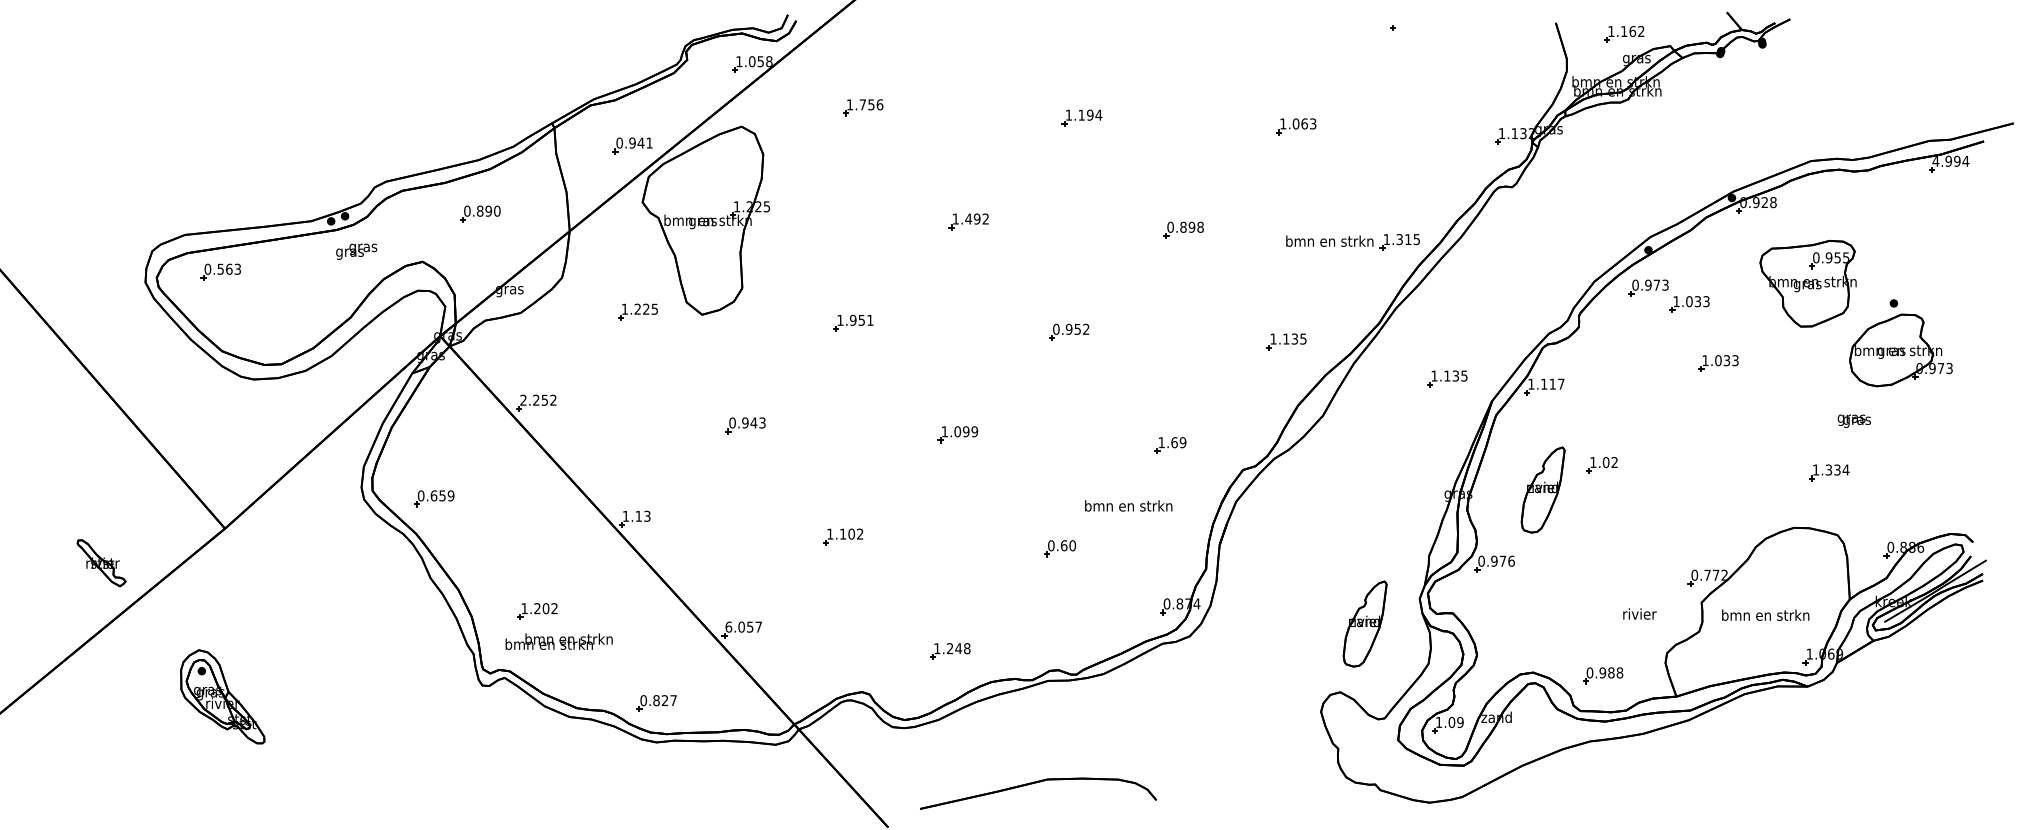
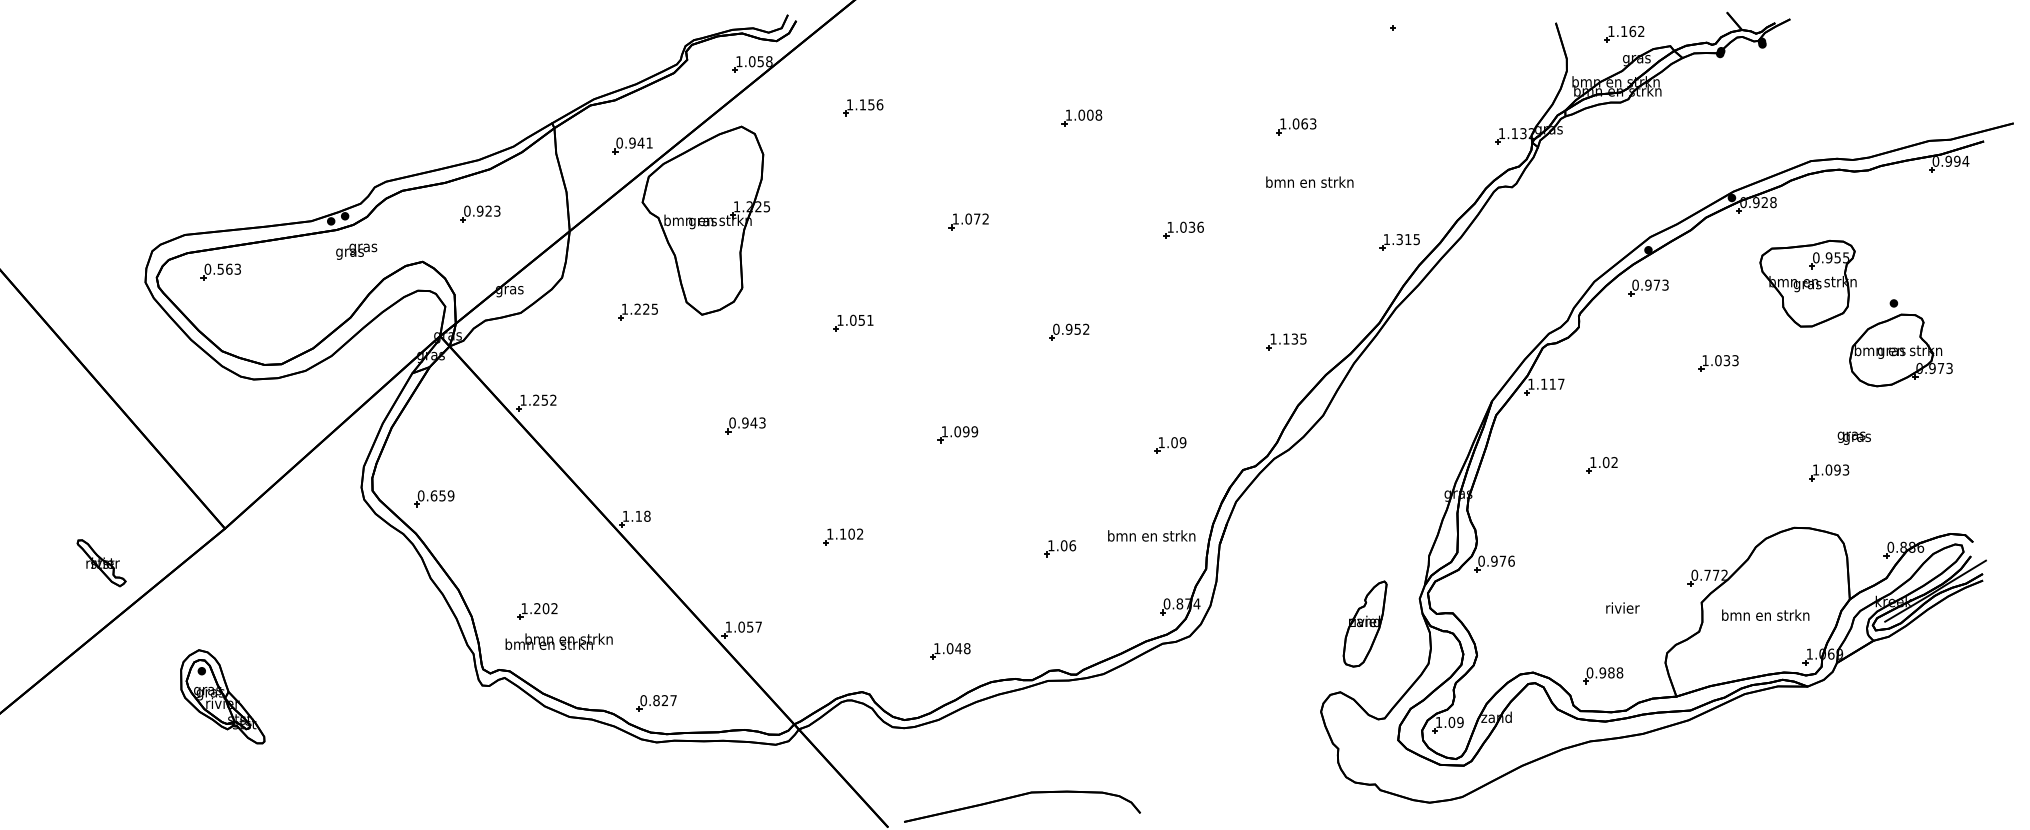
text at (862, 104): 1.756 -> 1.156
text at (1090, 114): 1.194 -> 1.008
text at (1935, 161): 4.994 -> 0.994
text at (488, 210): 0.890 -> 0.923
text at (972, 218): 1.492 -> 1.072
text at (1185, 226): 0.898 -> 1.036
text at (1329, 240) position: (1329, 240) -> (1309, 181)
part at (1689, 304): present -> none
text at (852, 320): 1.951 -> 1.051
part at (1447, 378): present -> none
text at (523, 399): 2.252 -> 1.252
text at (1853, 420) position: (1853, 420) -> (1853, 437)
text at (1174, 442): 1.69 -> 1.09
text at (1837, 469): 1.334 -> 1.093
part at (1542, 489): present -> none
text at (1128, 505) position: (1128, 505) -> (1151, 535)
text at (647, 516): 1.13 -> 1.18
text at (1062, 545): 0.60 -> 1.06
text at (1639, 613) position: (1639, 613) -> (1622, 607)
text at (728, 626): 6.057 -> 1.057
text at (949, 648): 1.248 -> 1.048
part at (1036, 783) position: (1036, 783) -> (1020, 796)
